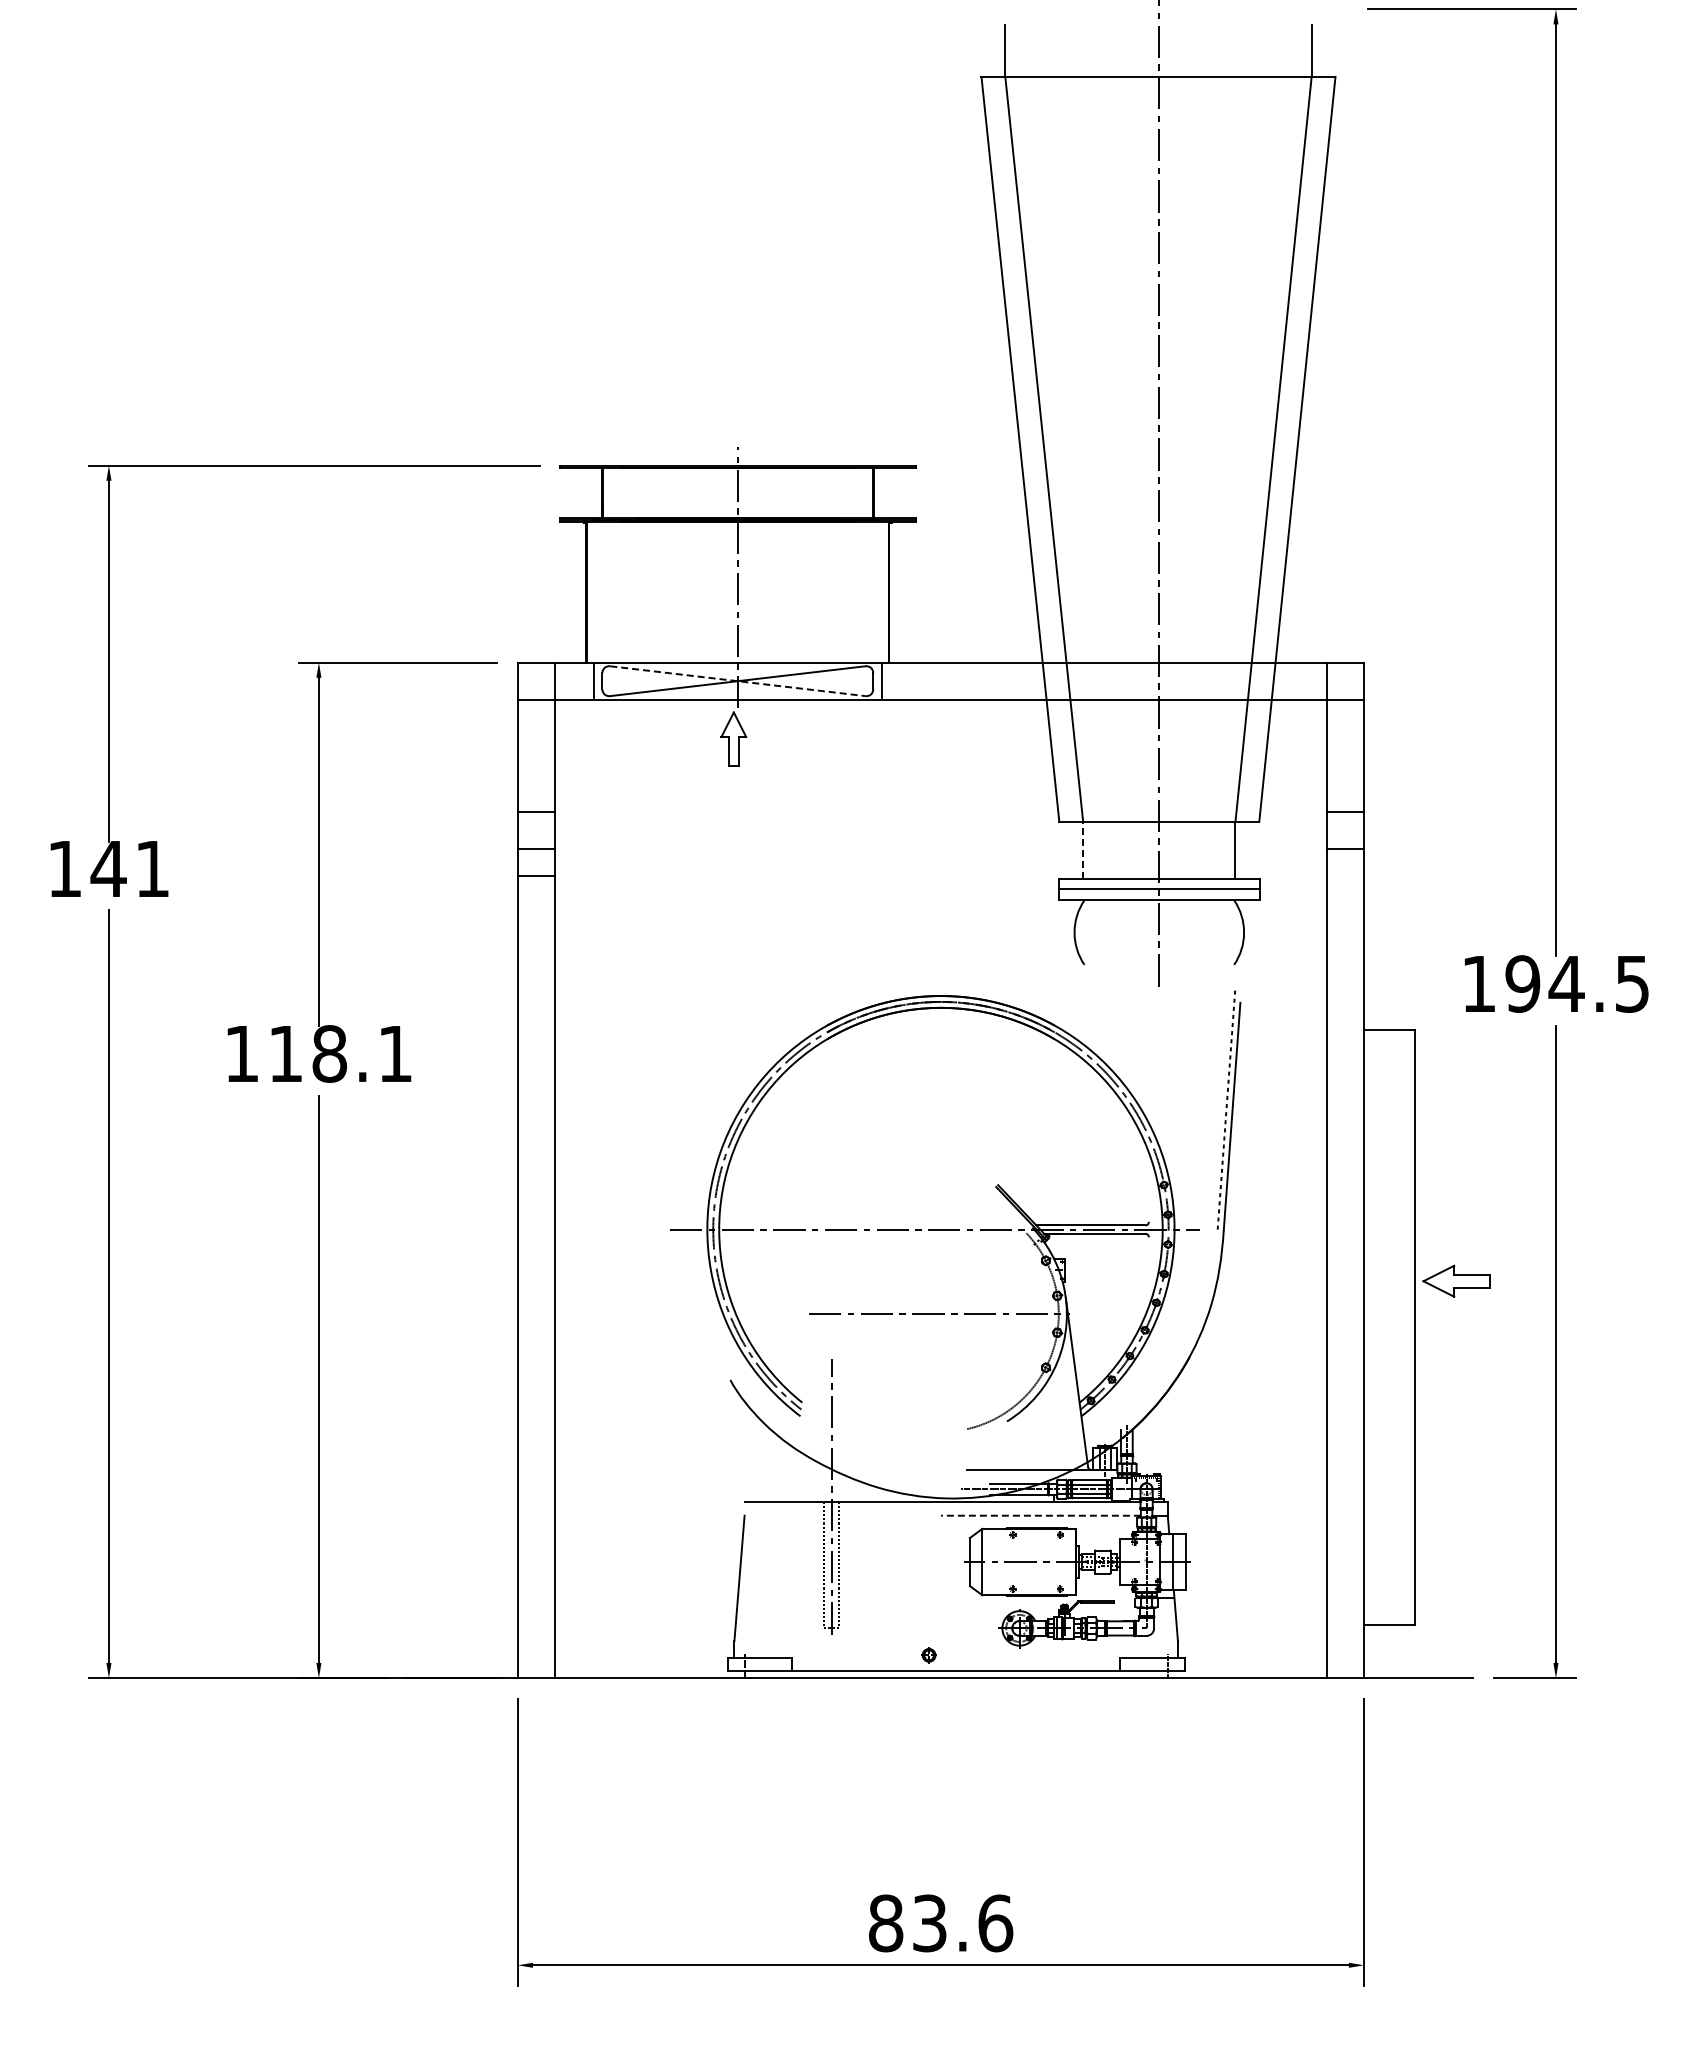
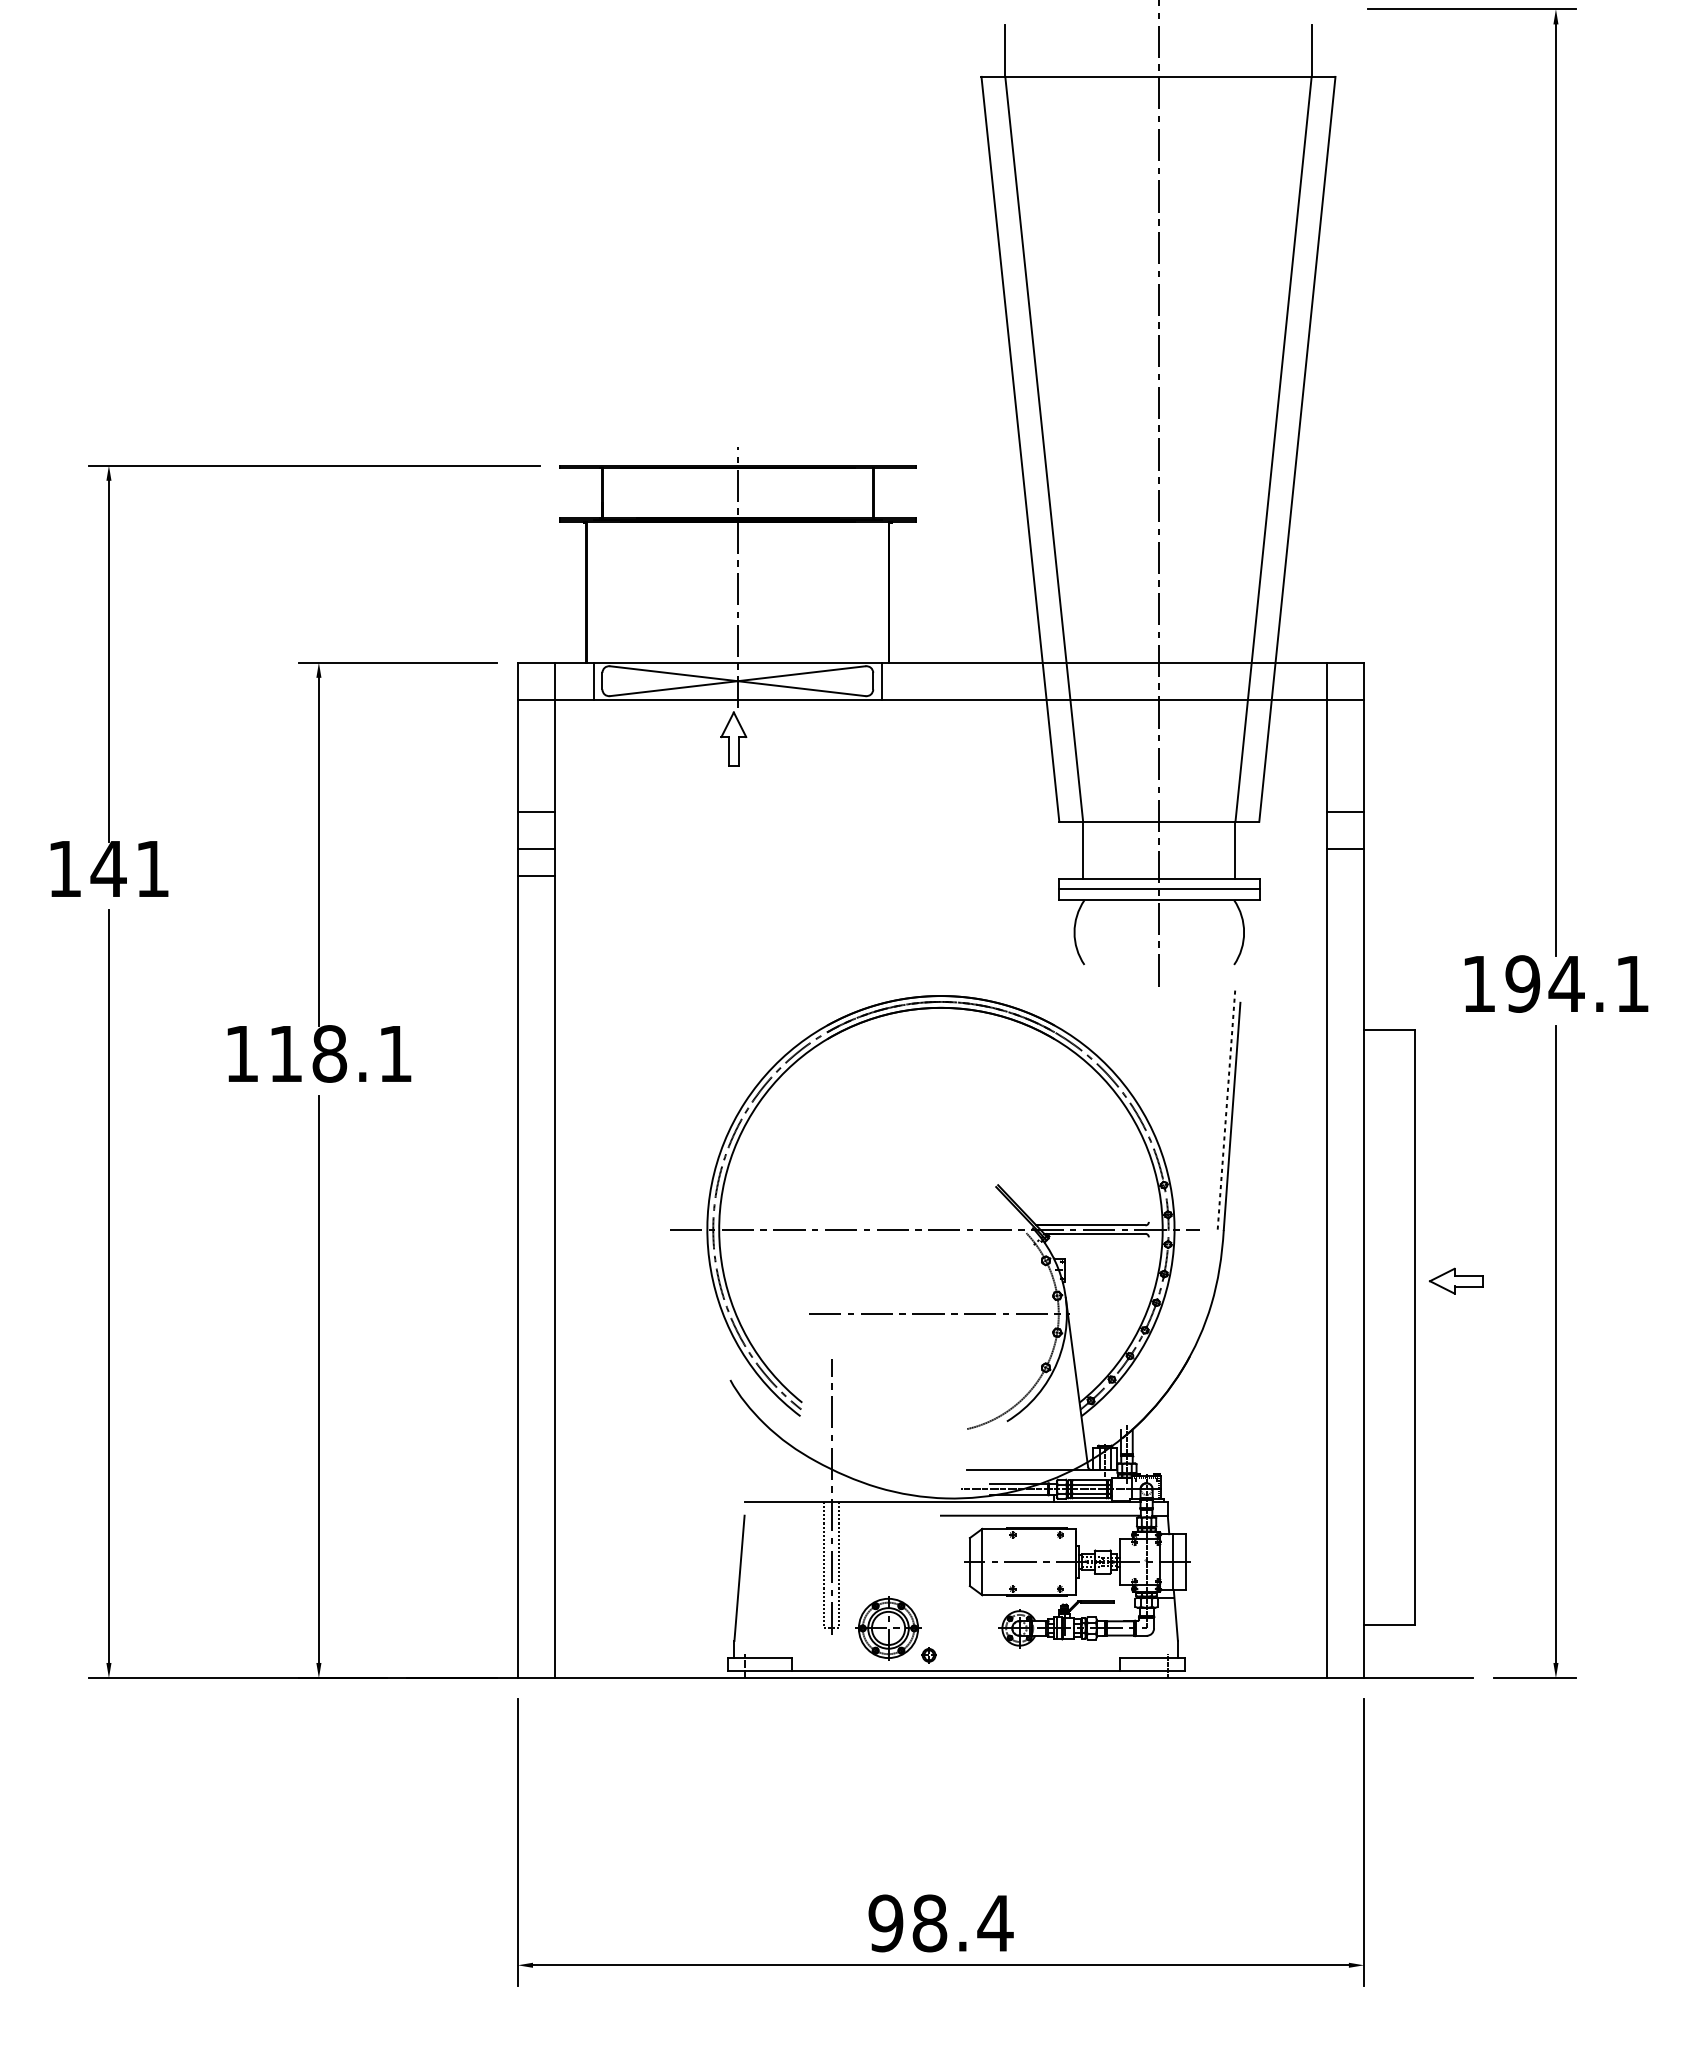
line at (738, 681): dashed -> solid
line at (1083, 849): dashed -> solid
text at (1632, 984): 194.5 -> 194.1
part at (1456, 1280) size: 69x34 px -> 56x28 px
line at (1040, 1515): dashed -> solid
part at (888, 1628): none -> present
text at (940, 1923): 83.6 -> 98.4
